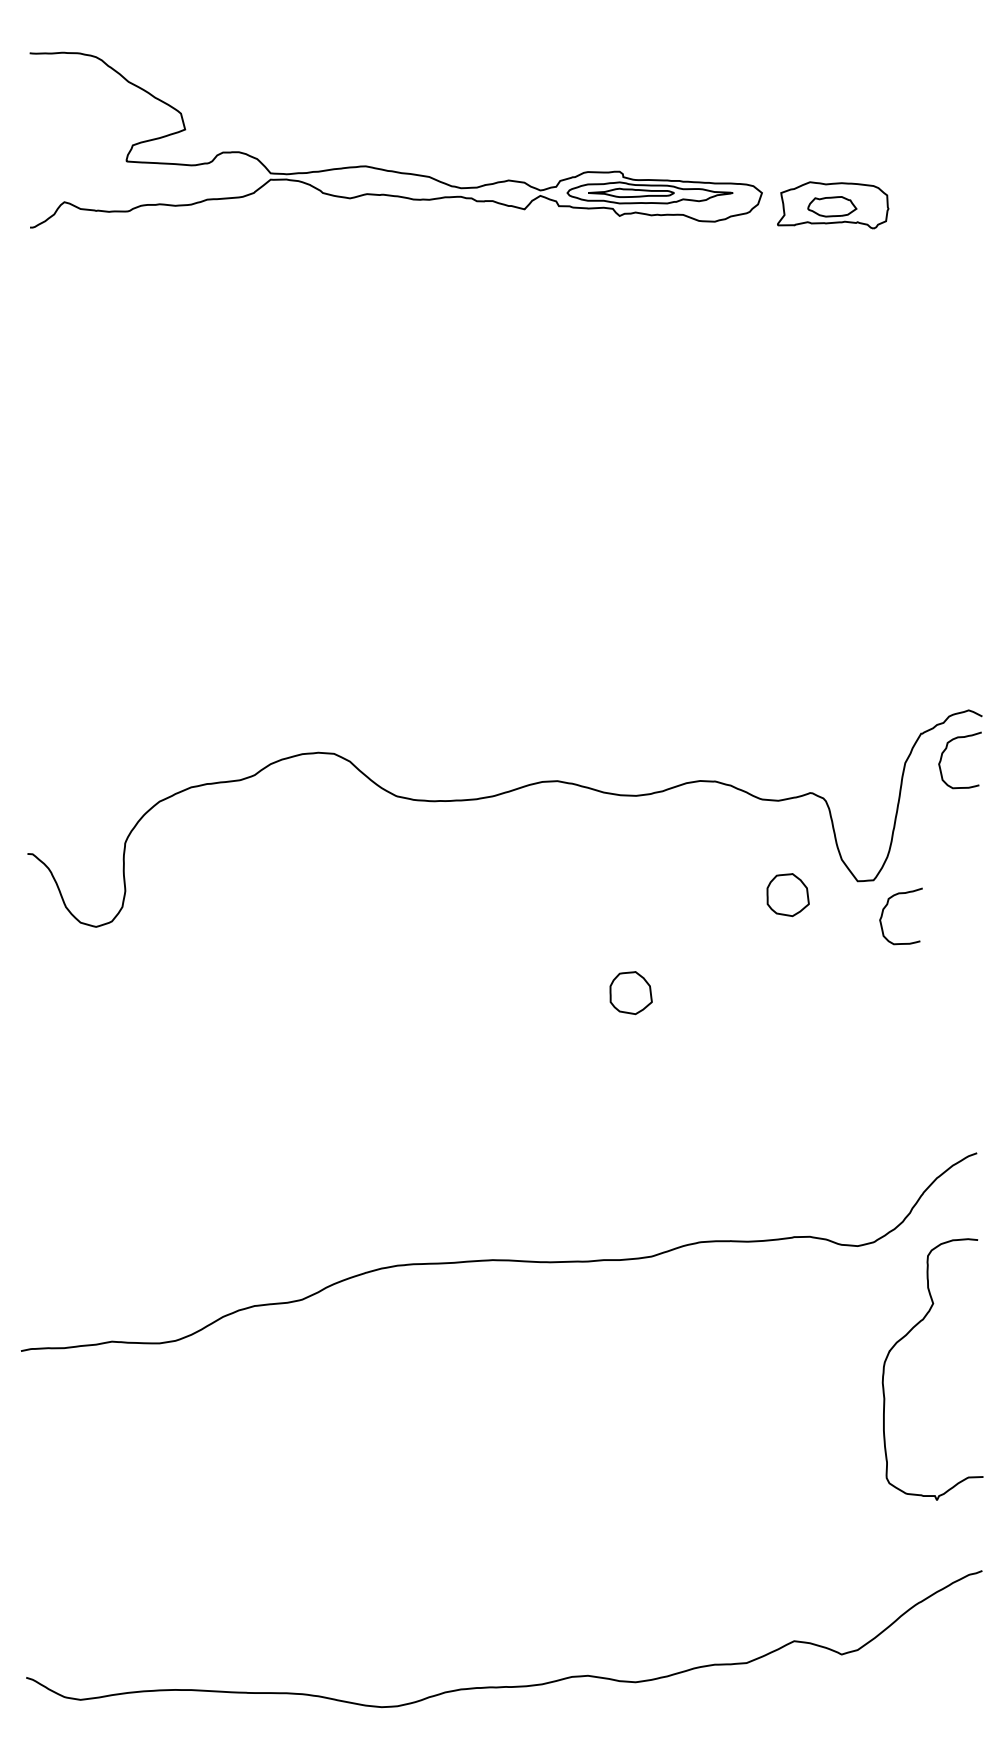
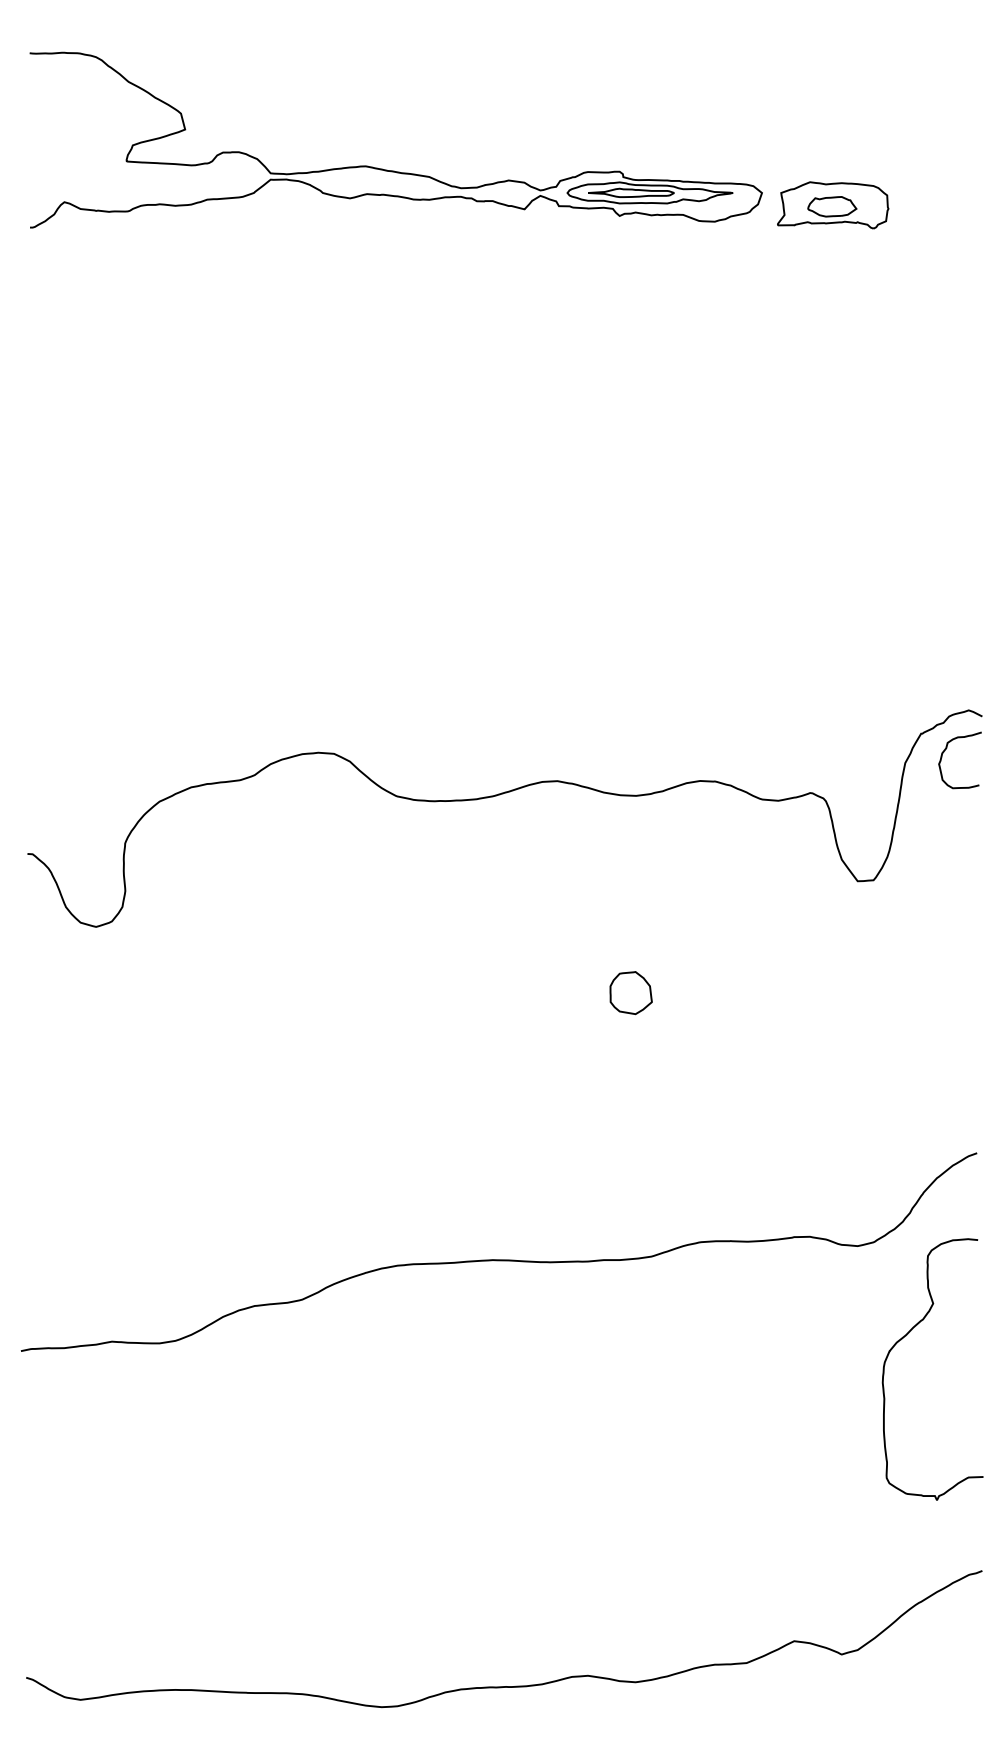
part at (787, 895): present -> none
curve at (888, 904): present -> none
